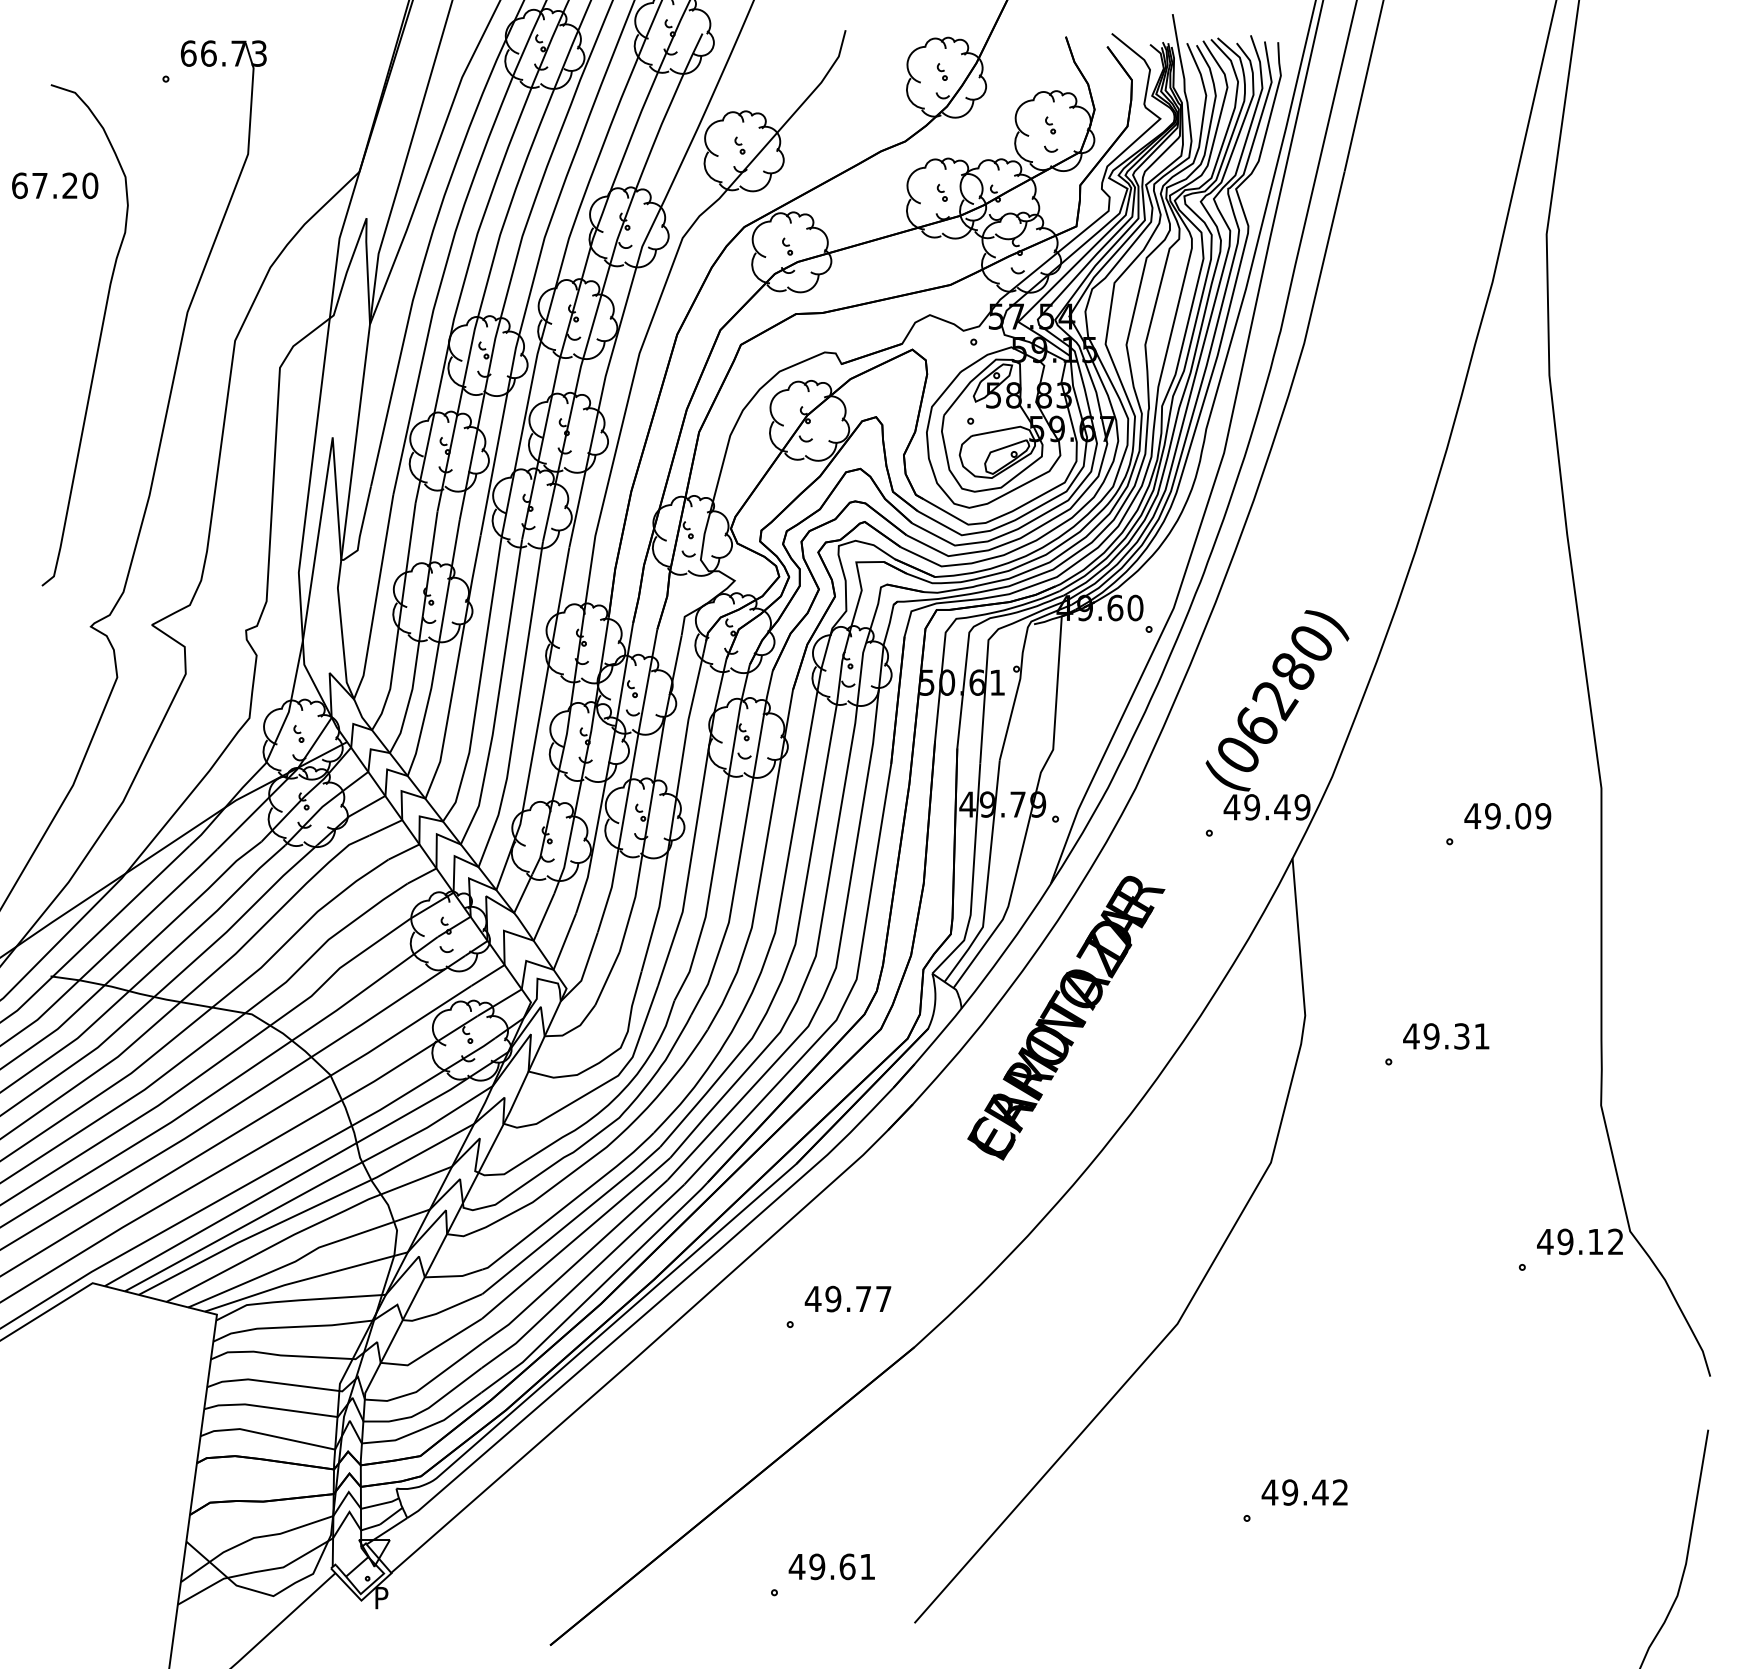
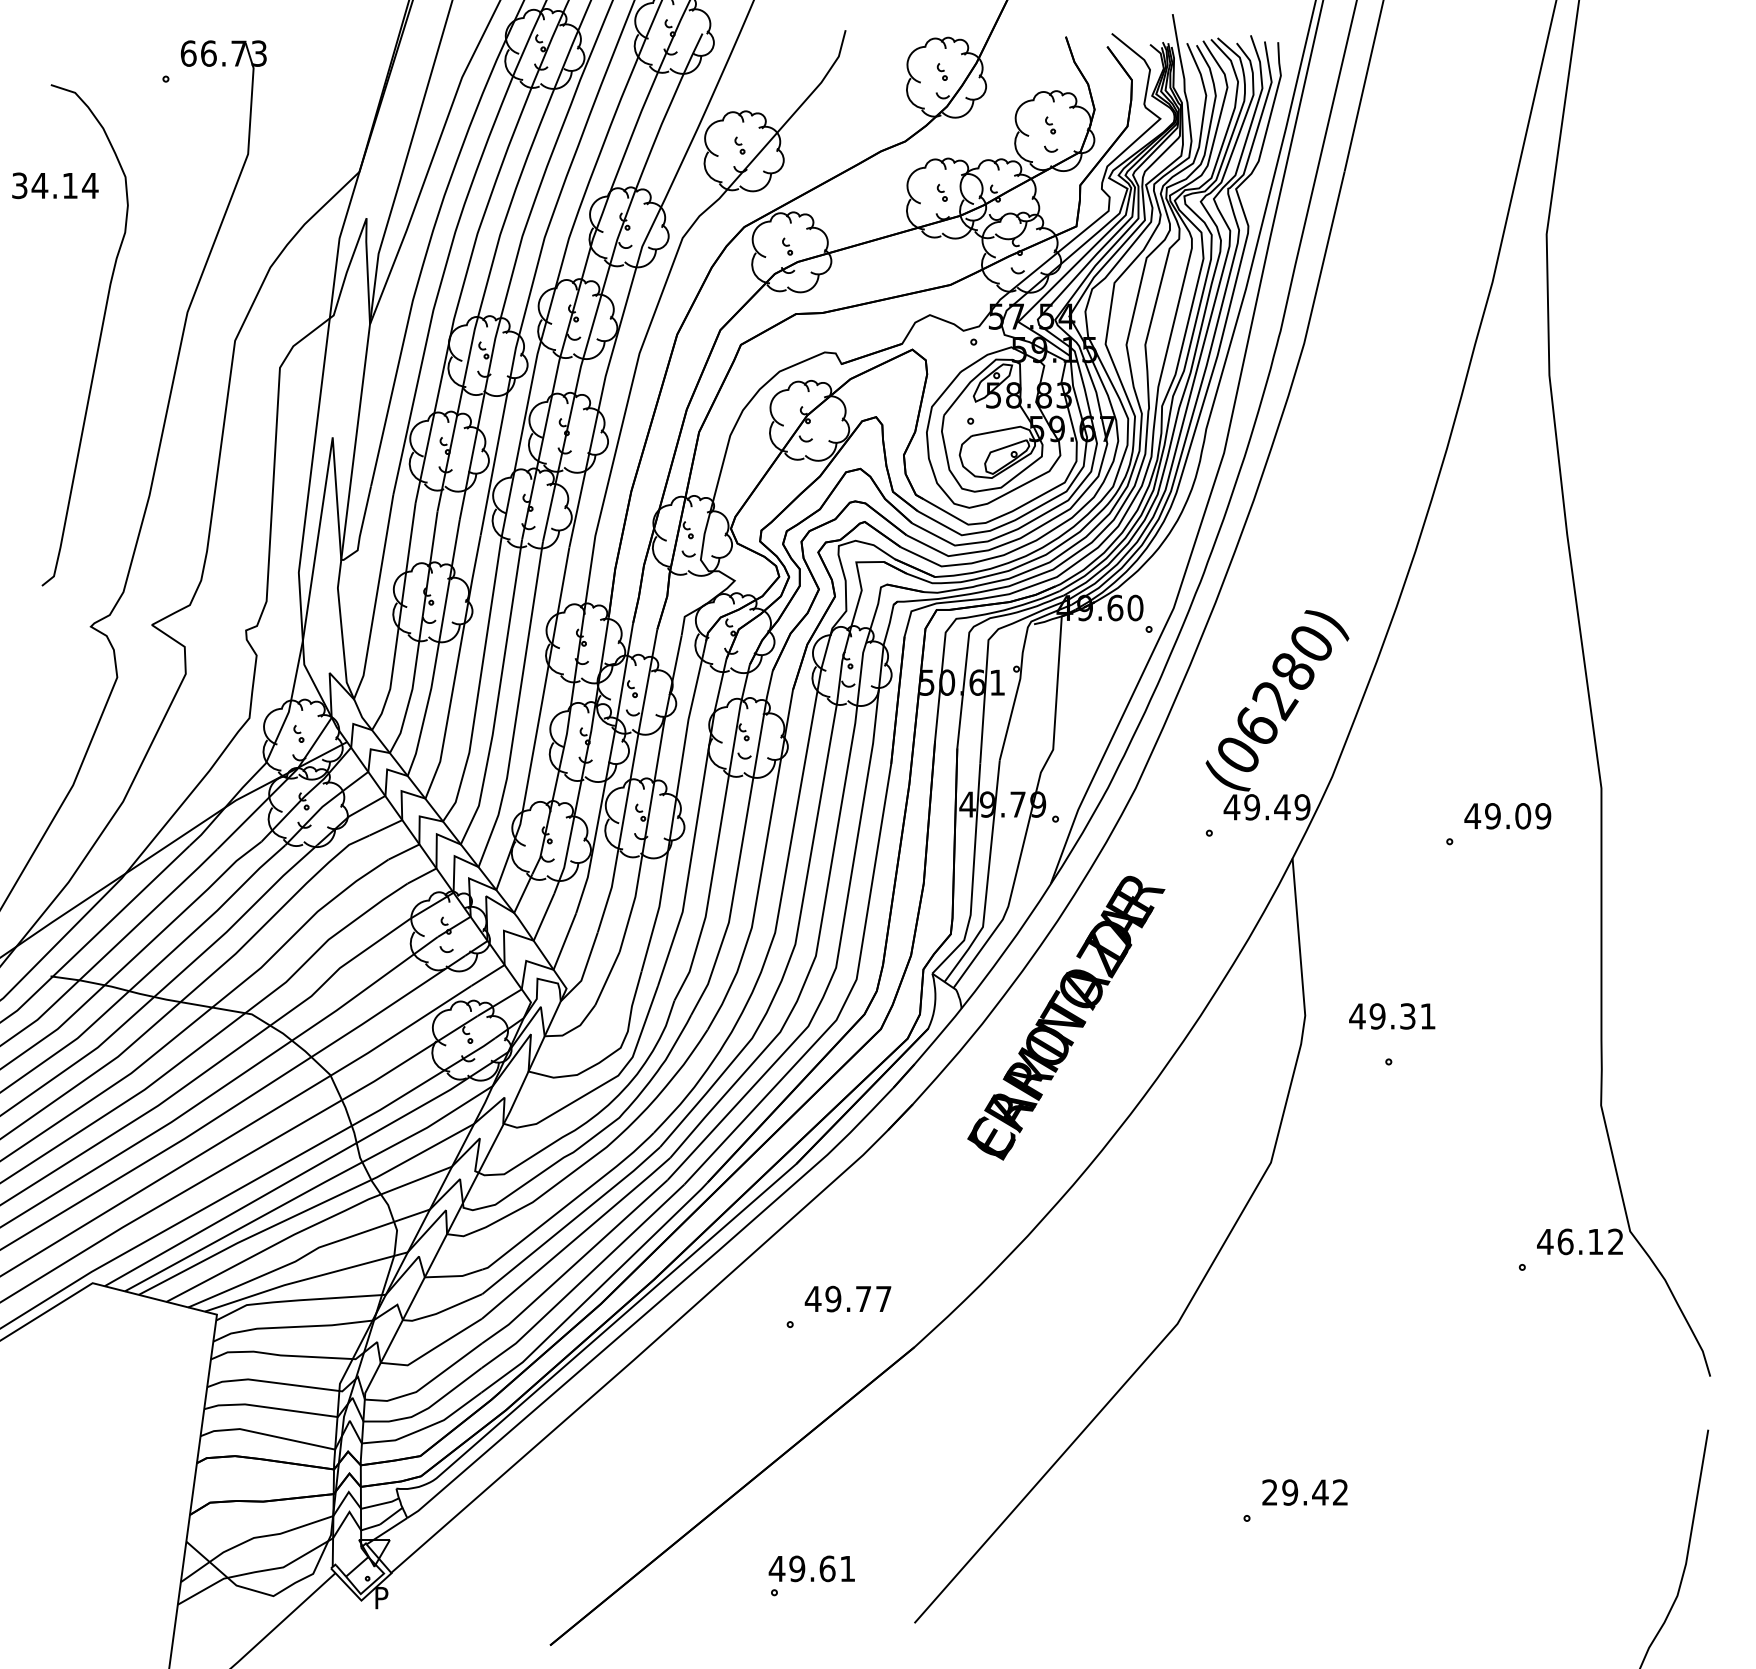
text at (55, 185): 67.20 -> 34.14
text at (1446, 1036) position: (1446, 1036) -> (1392, 1016)
text at (1565, 1241): 49.12 -> 46.12
text at (1269, 1492): 49.42 -> 29.42
text at (831, 1566) position: (831, 1566) -> (811, 1568)
